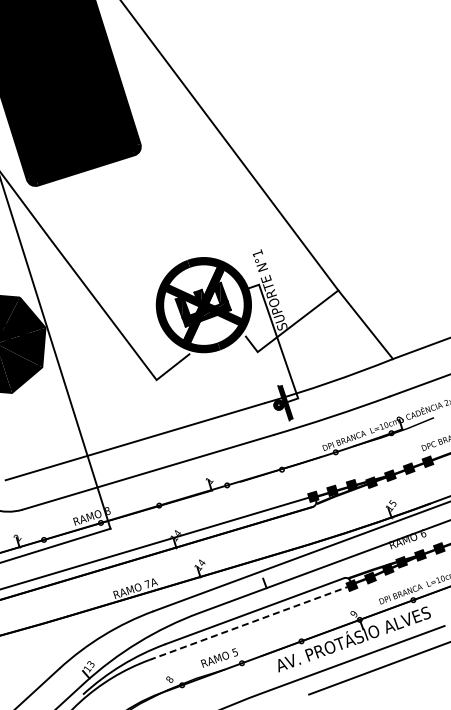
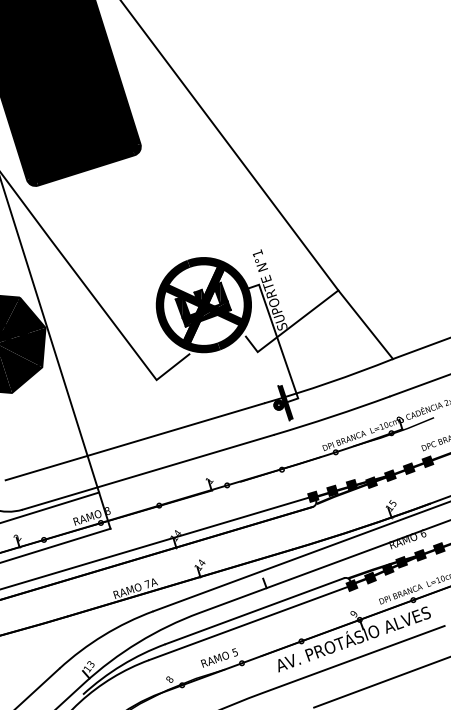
line at (50, 507): none -> present
line at (248, 623): dashed -> solid
line at (378, 668) position: (378, 668) -> (381, 681)
